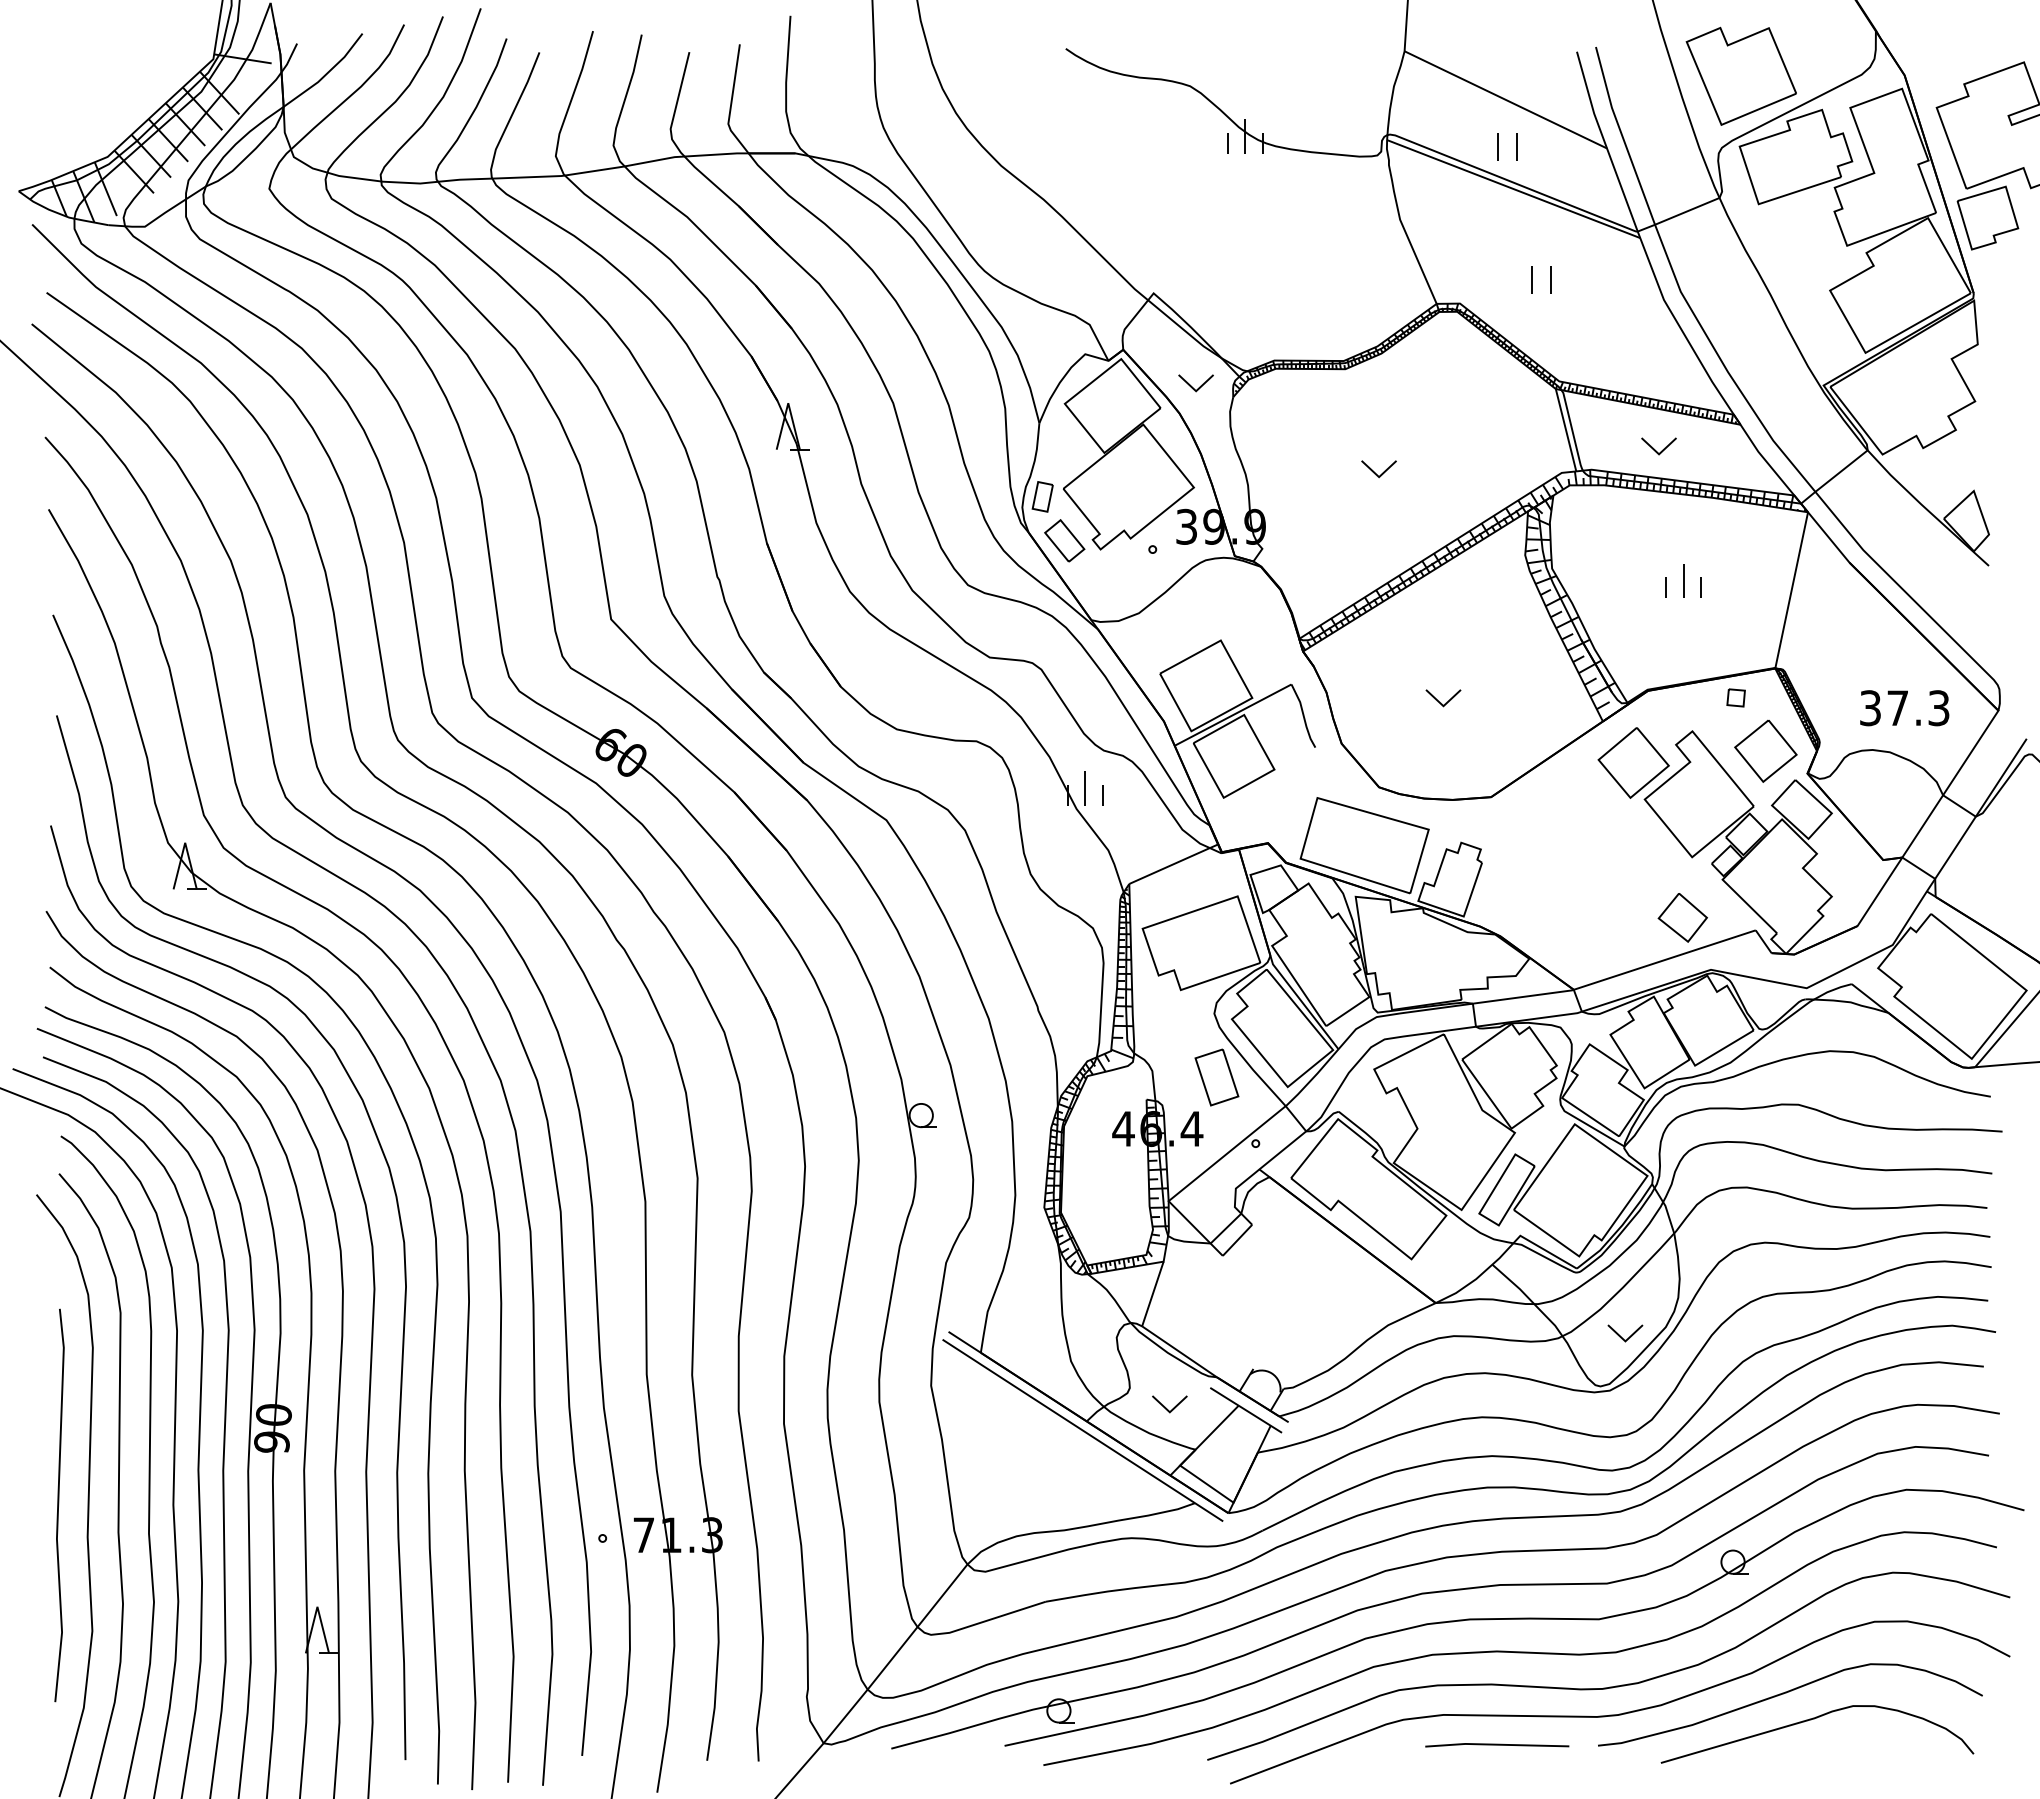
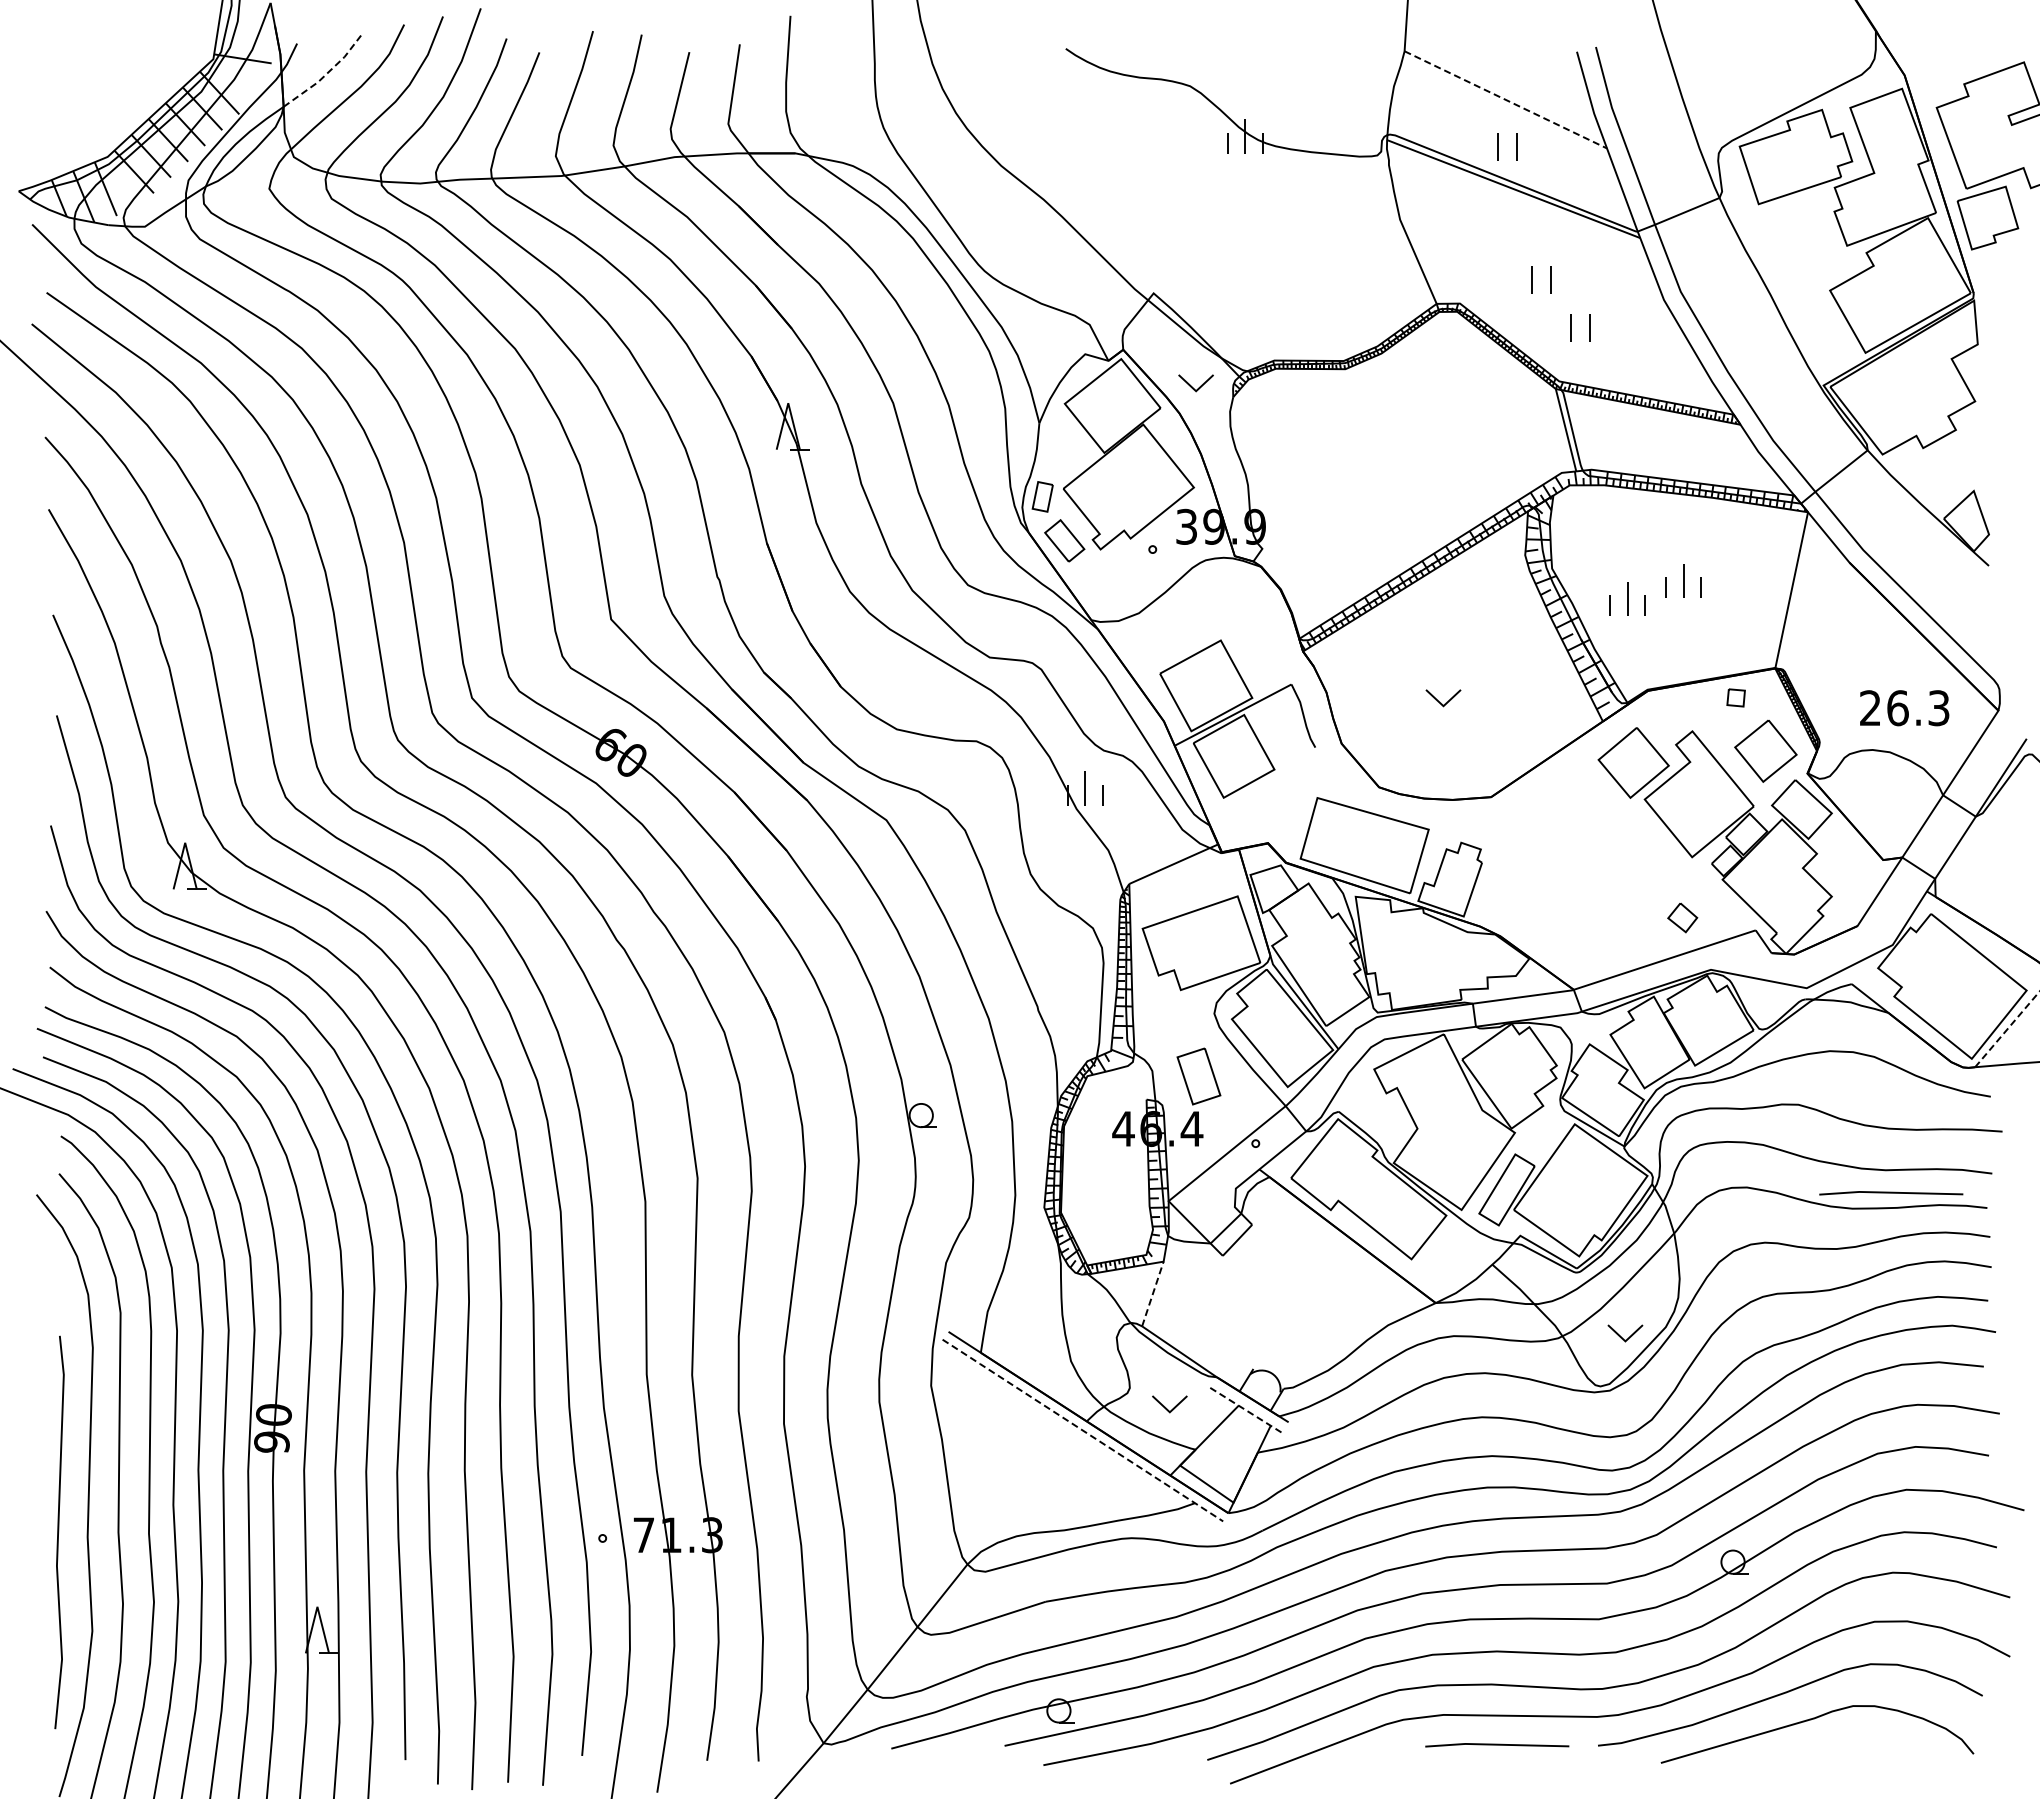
line at (326, 74): solid -> dashed
part at (1740, 75): present -> none
line at (1506, 100): solid -> dashed
part at (1571, 327): none -> present
part at (1658, 446): present -> none
part at (1378, 469): present -> none
part at (1627, 598): none -> present
text at (1884, 708): 37.3 -> 26.3
part at (1682, 917) size: 51x50 px -> 32x32 px
line at (2007, 1029): solid -> dashed
part at (1216, 1077) position: (1216, 1077) -> (1198, 1076)
line at (1891, 1193): none -> present
line at (1153, 1293): solid -> dashed
line at (1246, 1410): solid -> dashed
line at (1081, 1429): solid -> dashed
line at (59, 1505) position: (59, 1505) -> (59, 1532)
